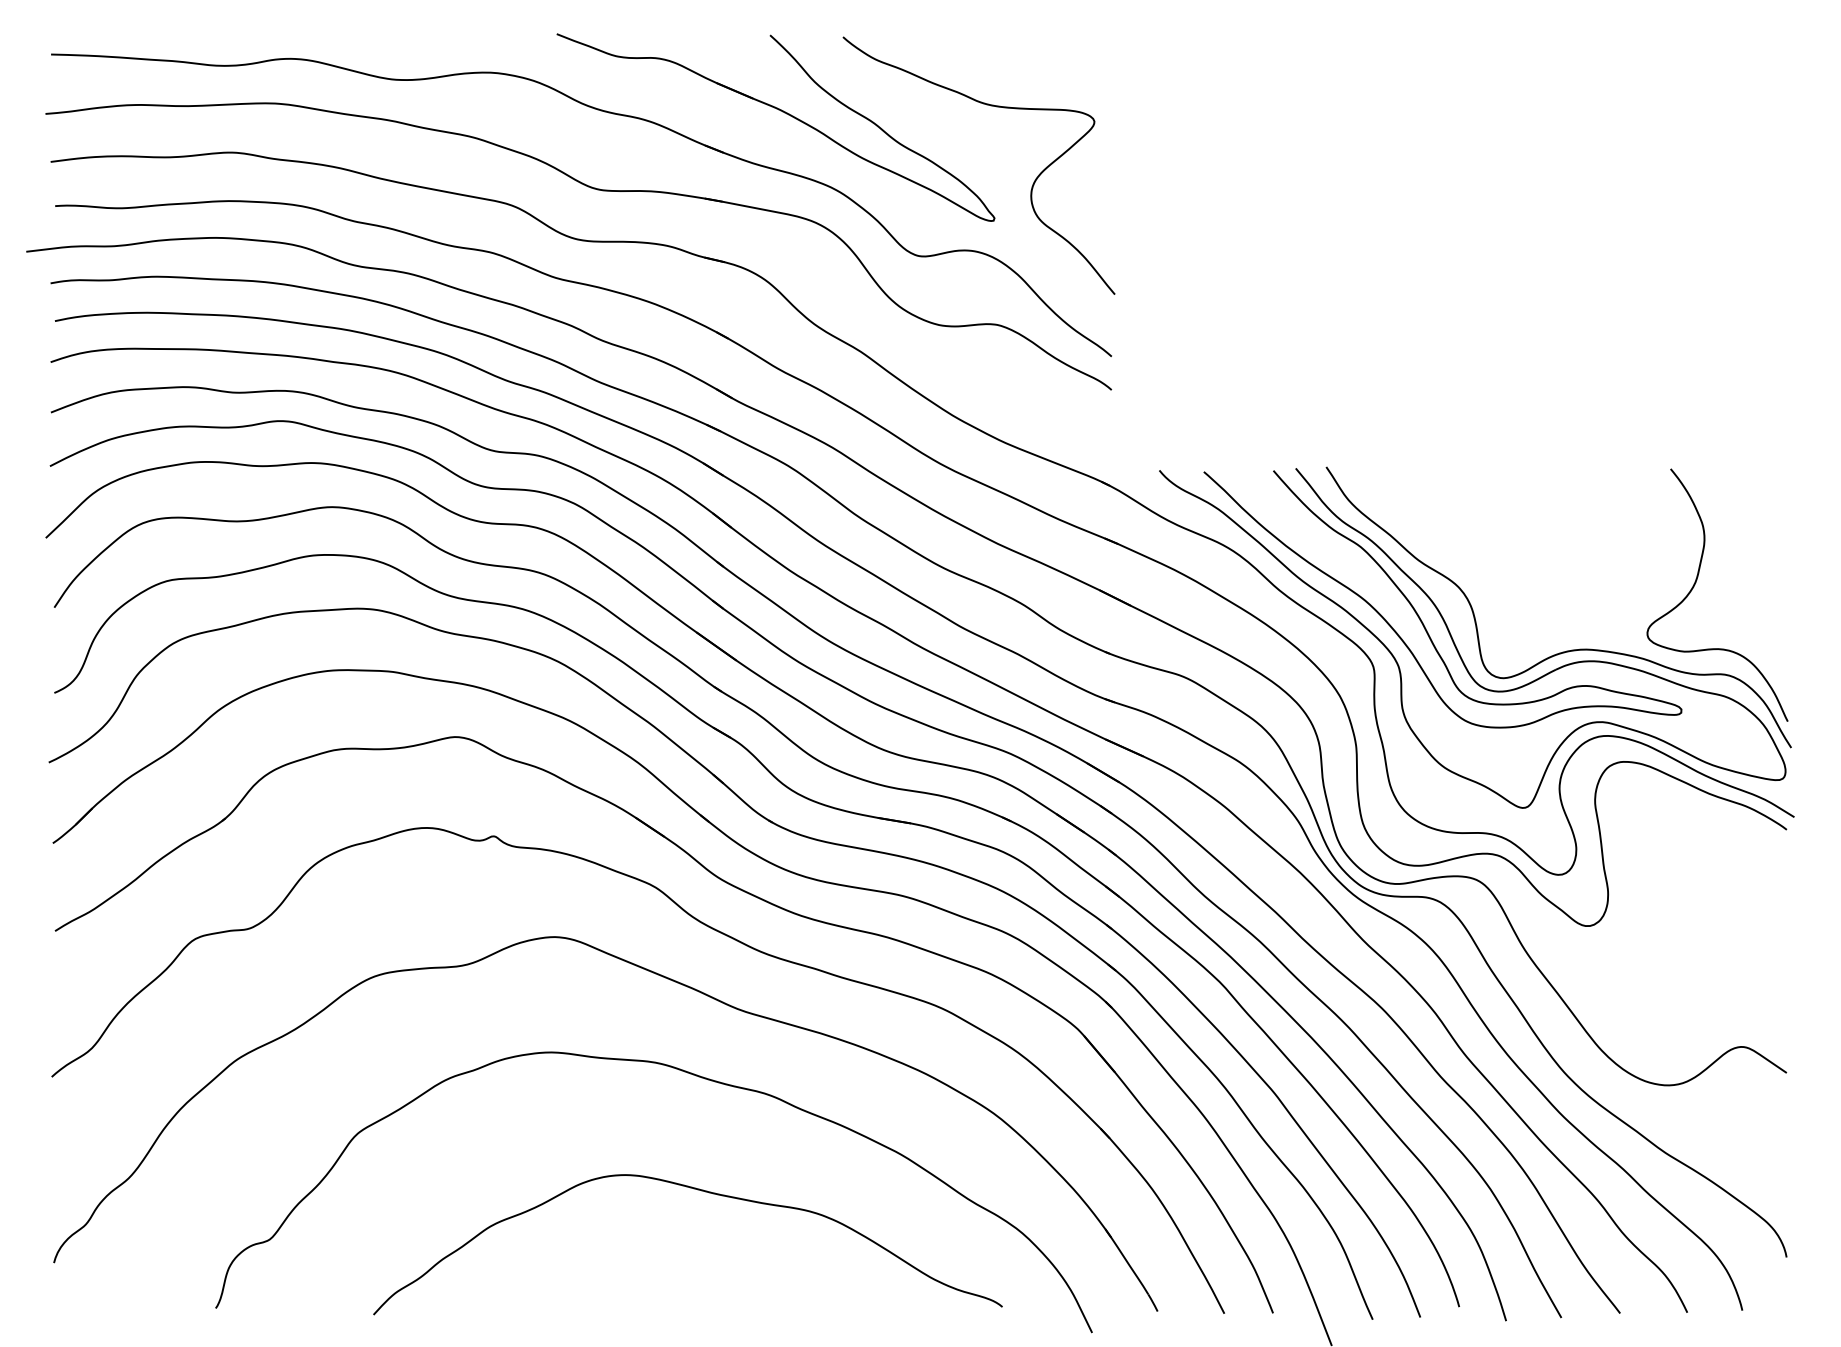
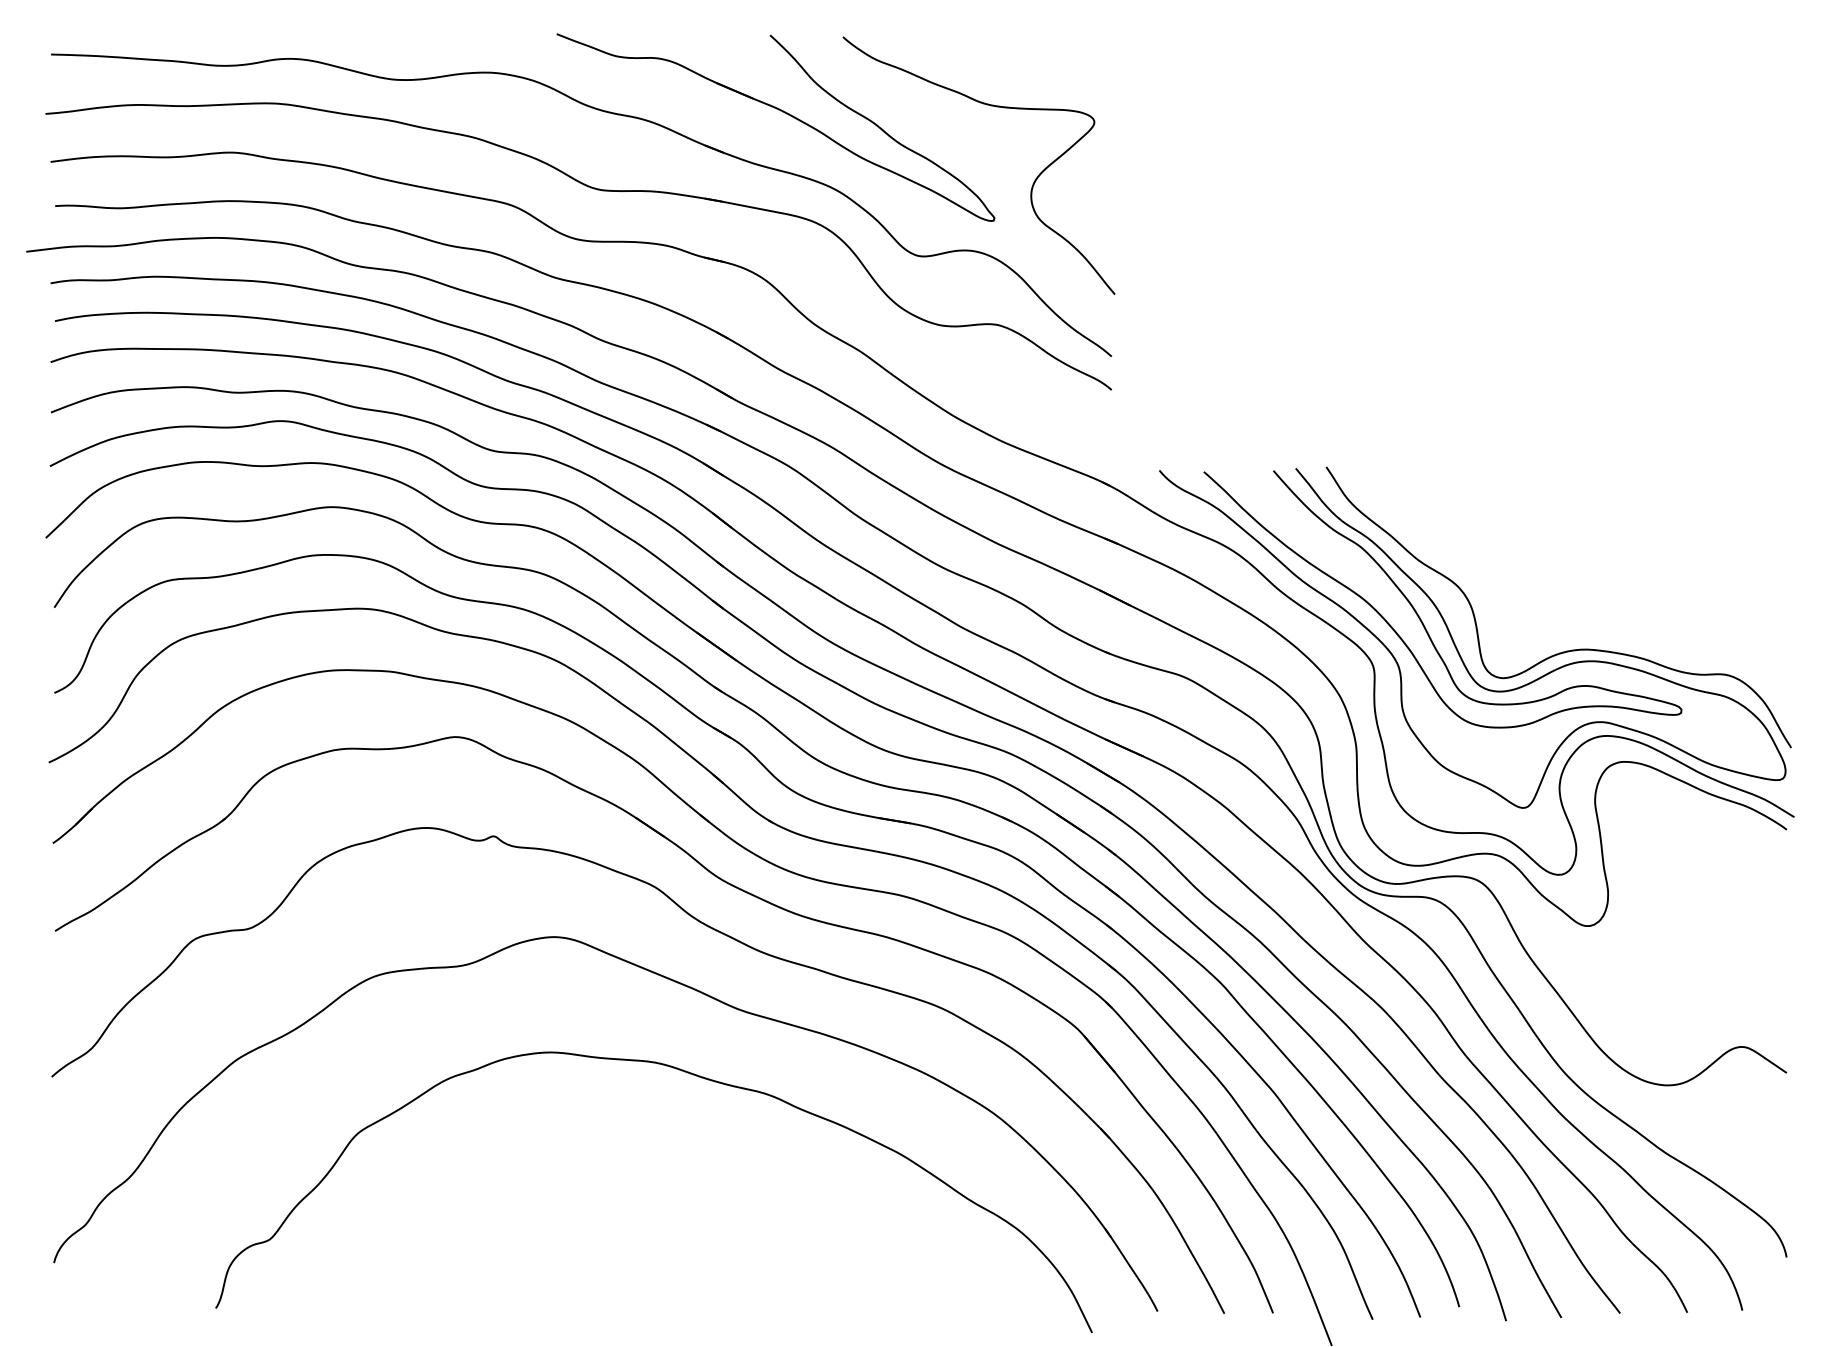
curve at (1695, 584): present -> none
curve at (701, 1191): present -> none
